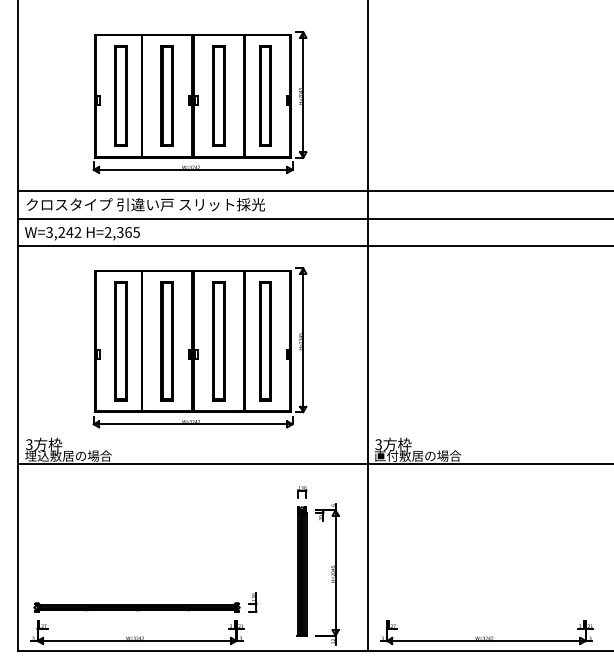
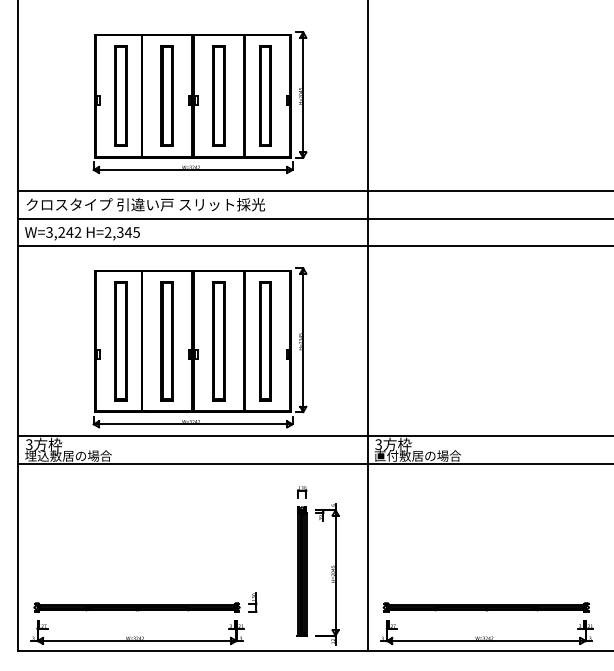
text at (128, 232): H=2,365 -> H=2,345
line at (314, 436): none -> present
part at (485, 607): none -> present
